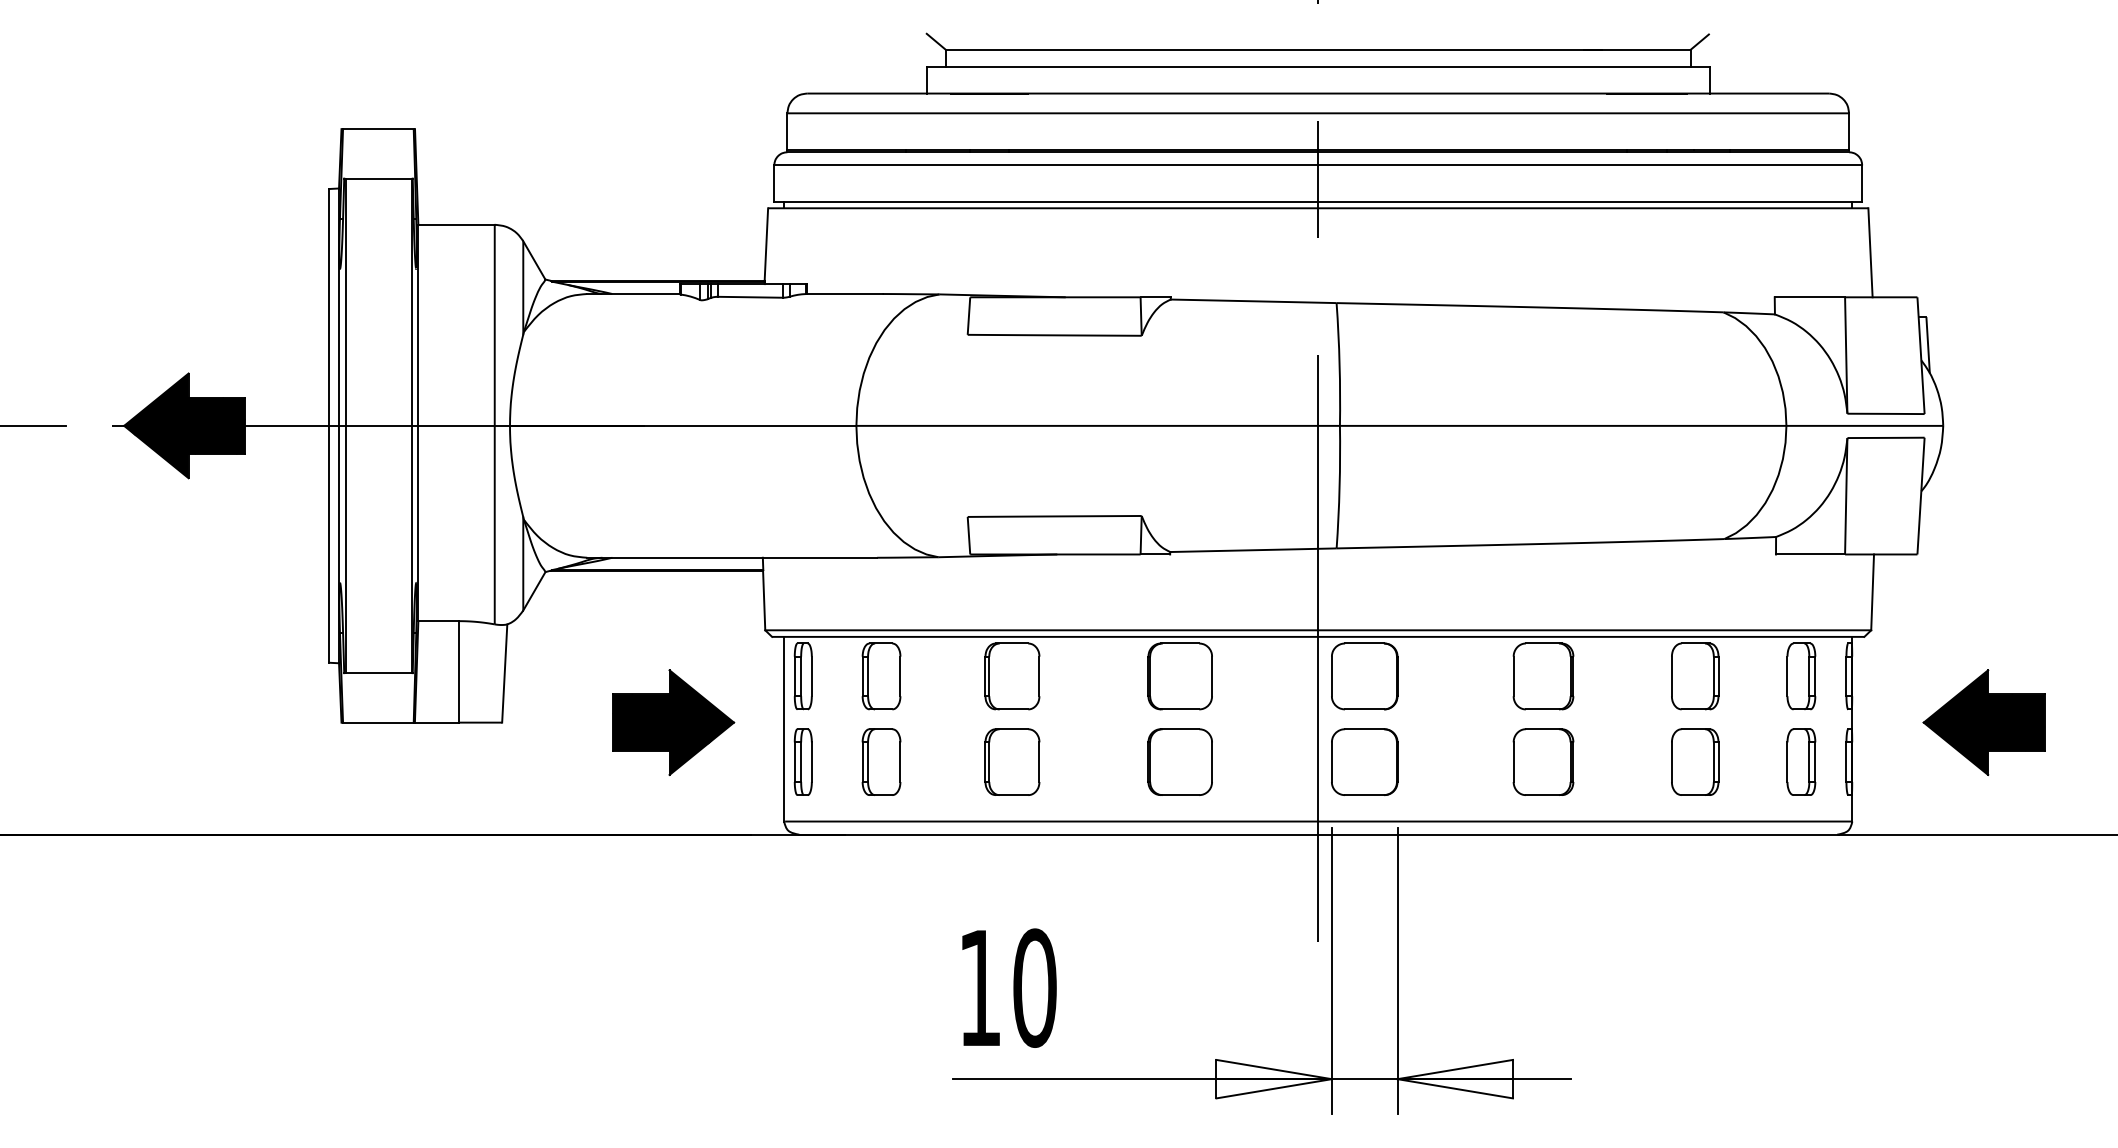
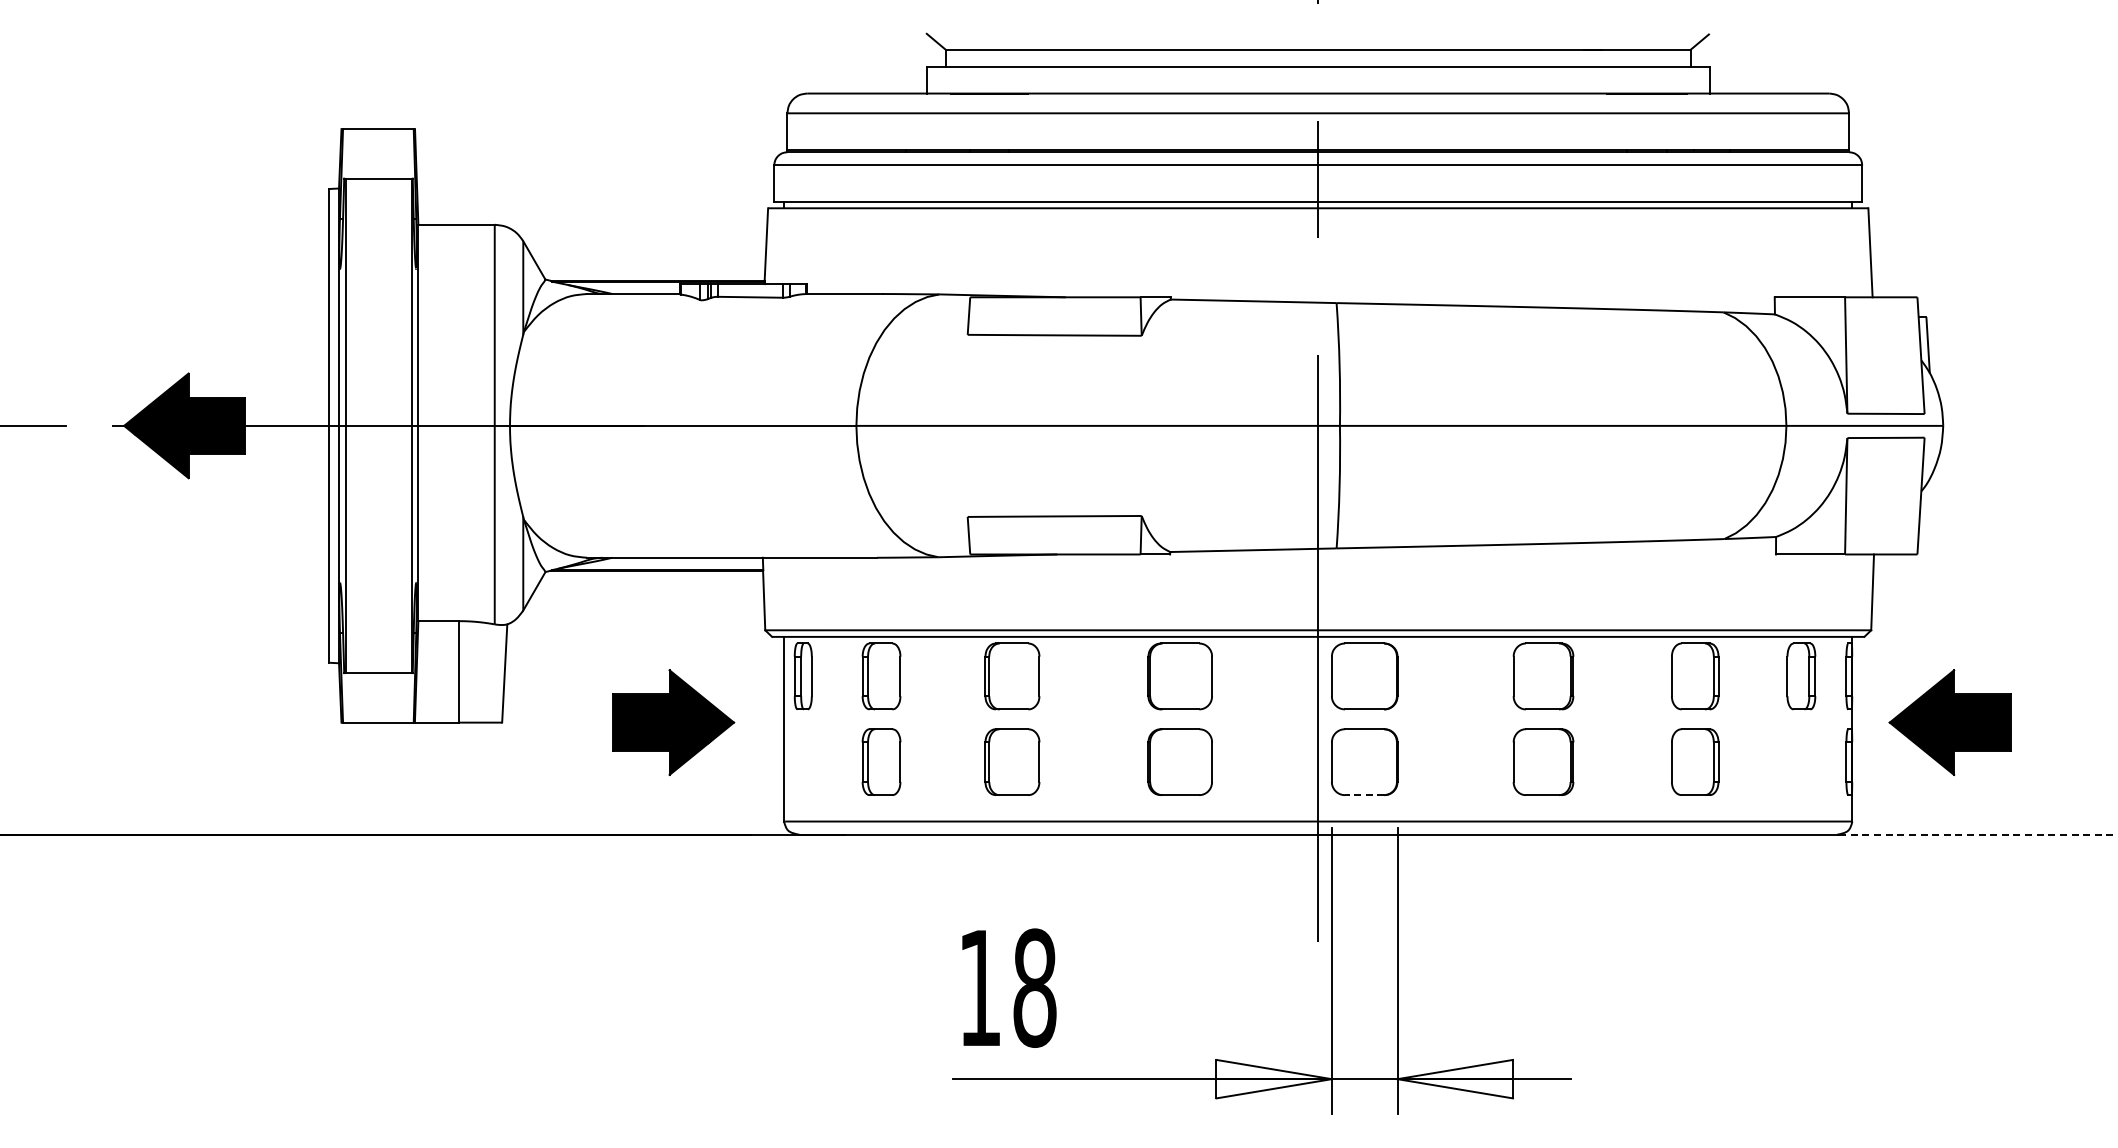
part at (1983, 722) position: (1983, 722) -> (1949, 722)
part at (802, 761): present -> none
part at (1801, 761): present -> none
line at (1364, 795): solid -> dashed
line at (1978, 834): solid -> dashed
text at (1034, 987): 10 -> 18
